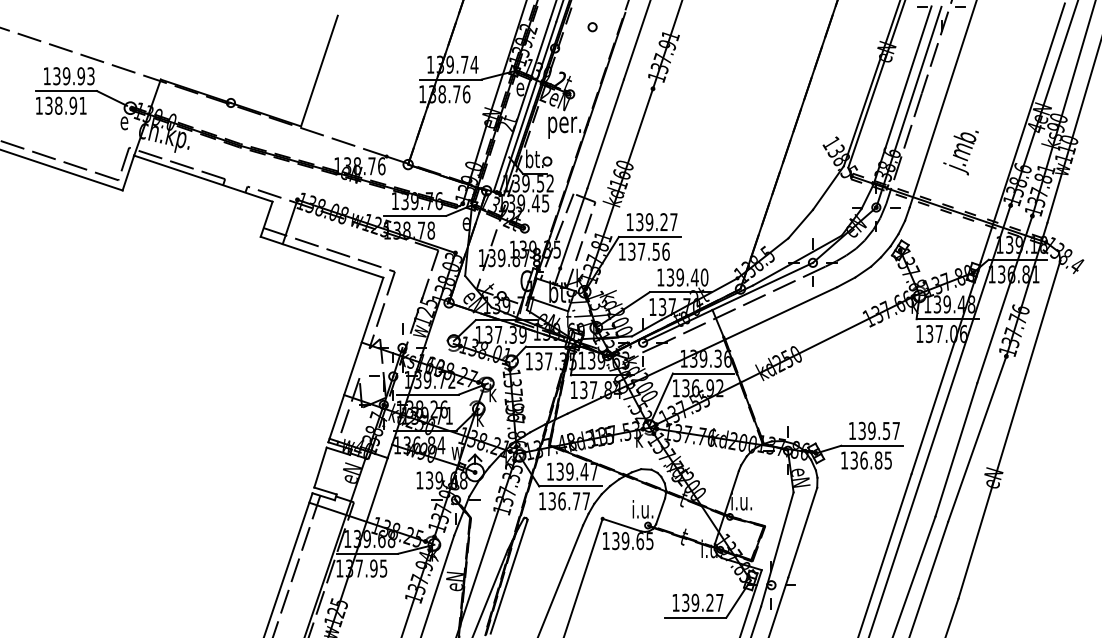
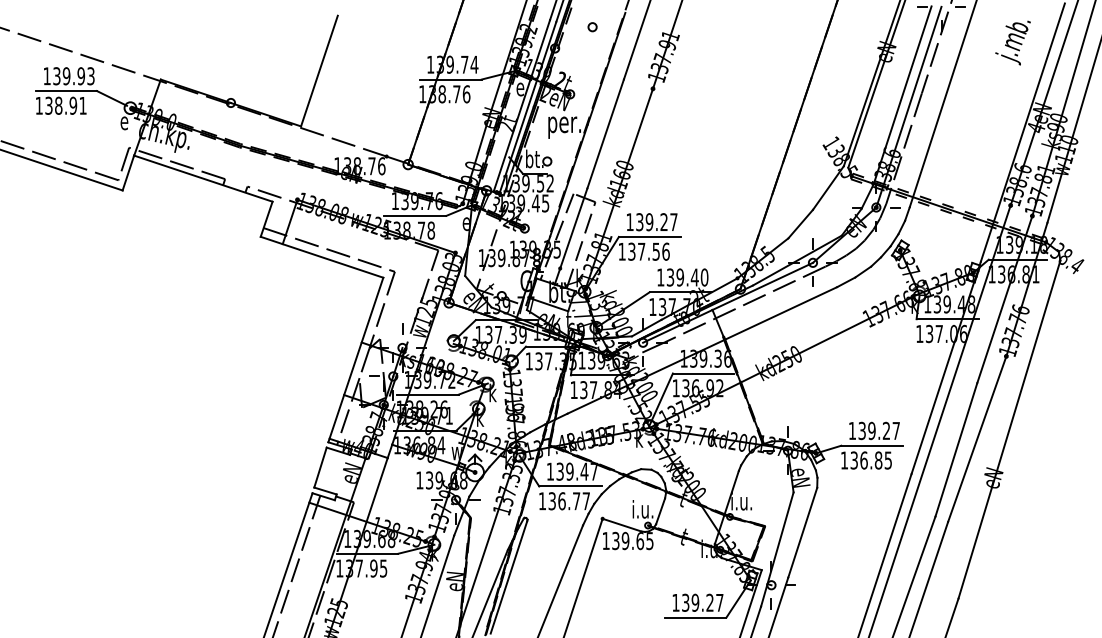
text at (960, 152) position: (960, 152) -> (1012, 42)
line at (364, 363): none -> present
text at (886, 430): 139.57 -> 139.27
